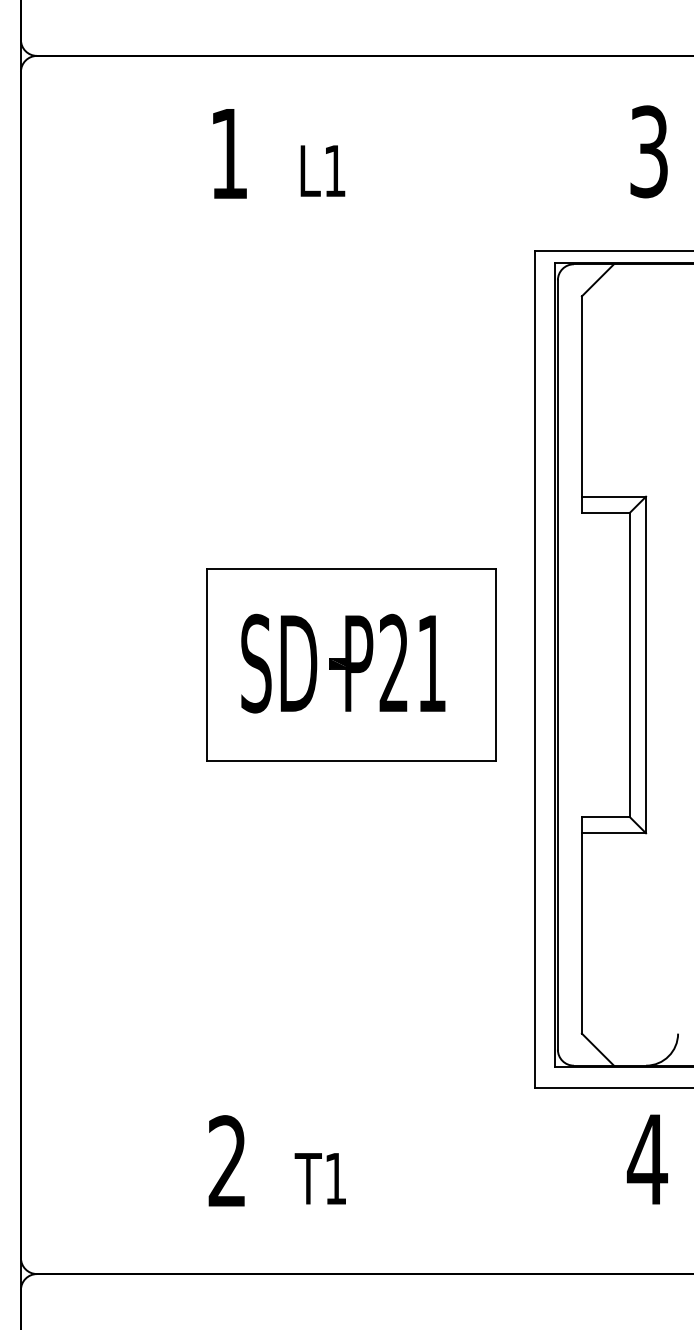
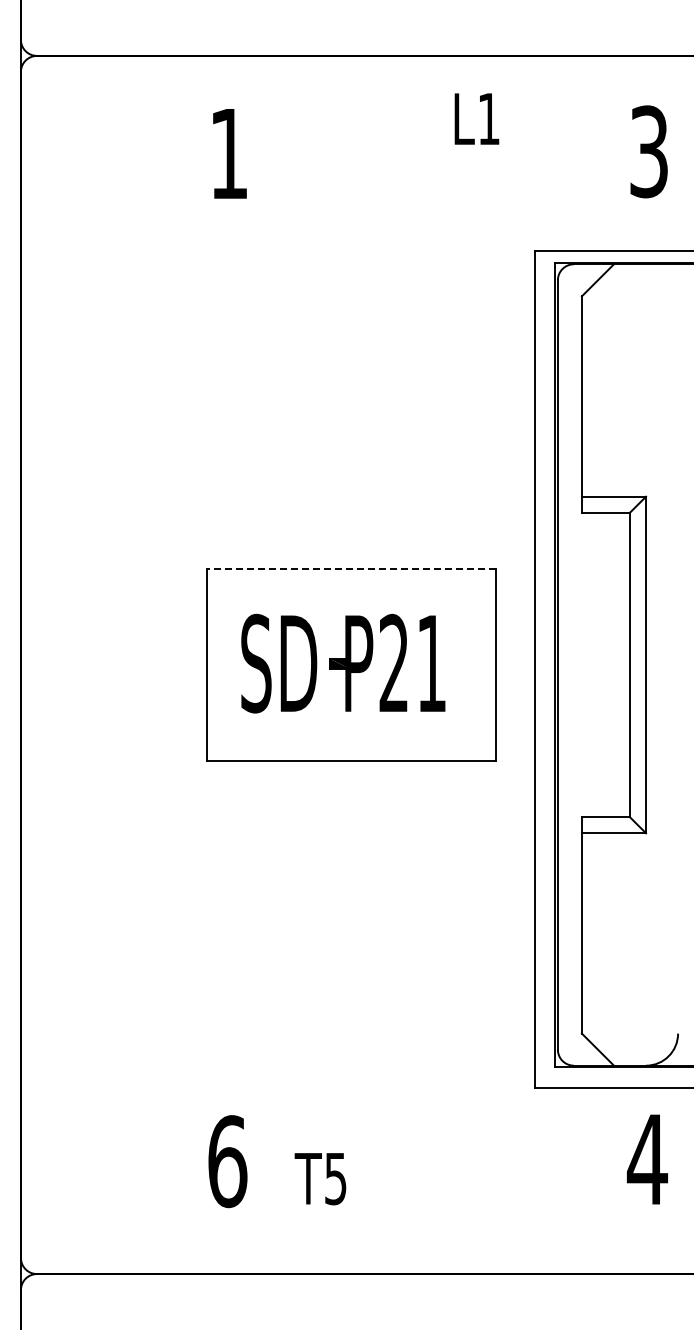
text at (322, 170) position: (322, 170) -> (476, 118)
line at (351, 568): solid -> dashed
text at (227, 1161): 2 -> 6
text at (335, 1179): T1 -> T5
